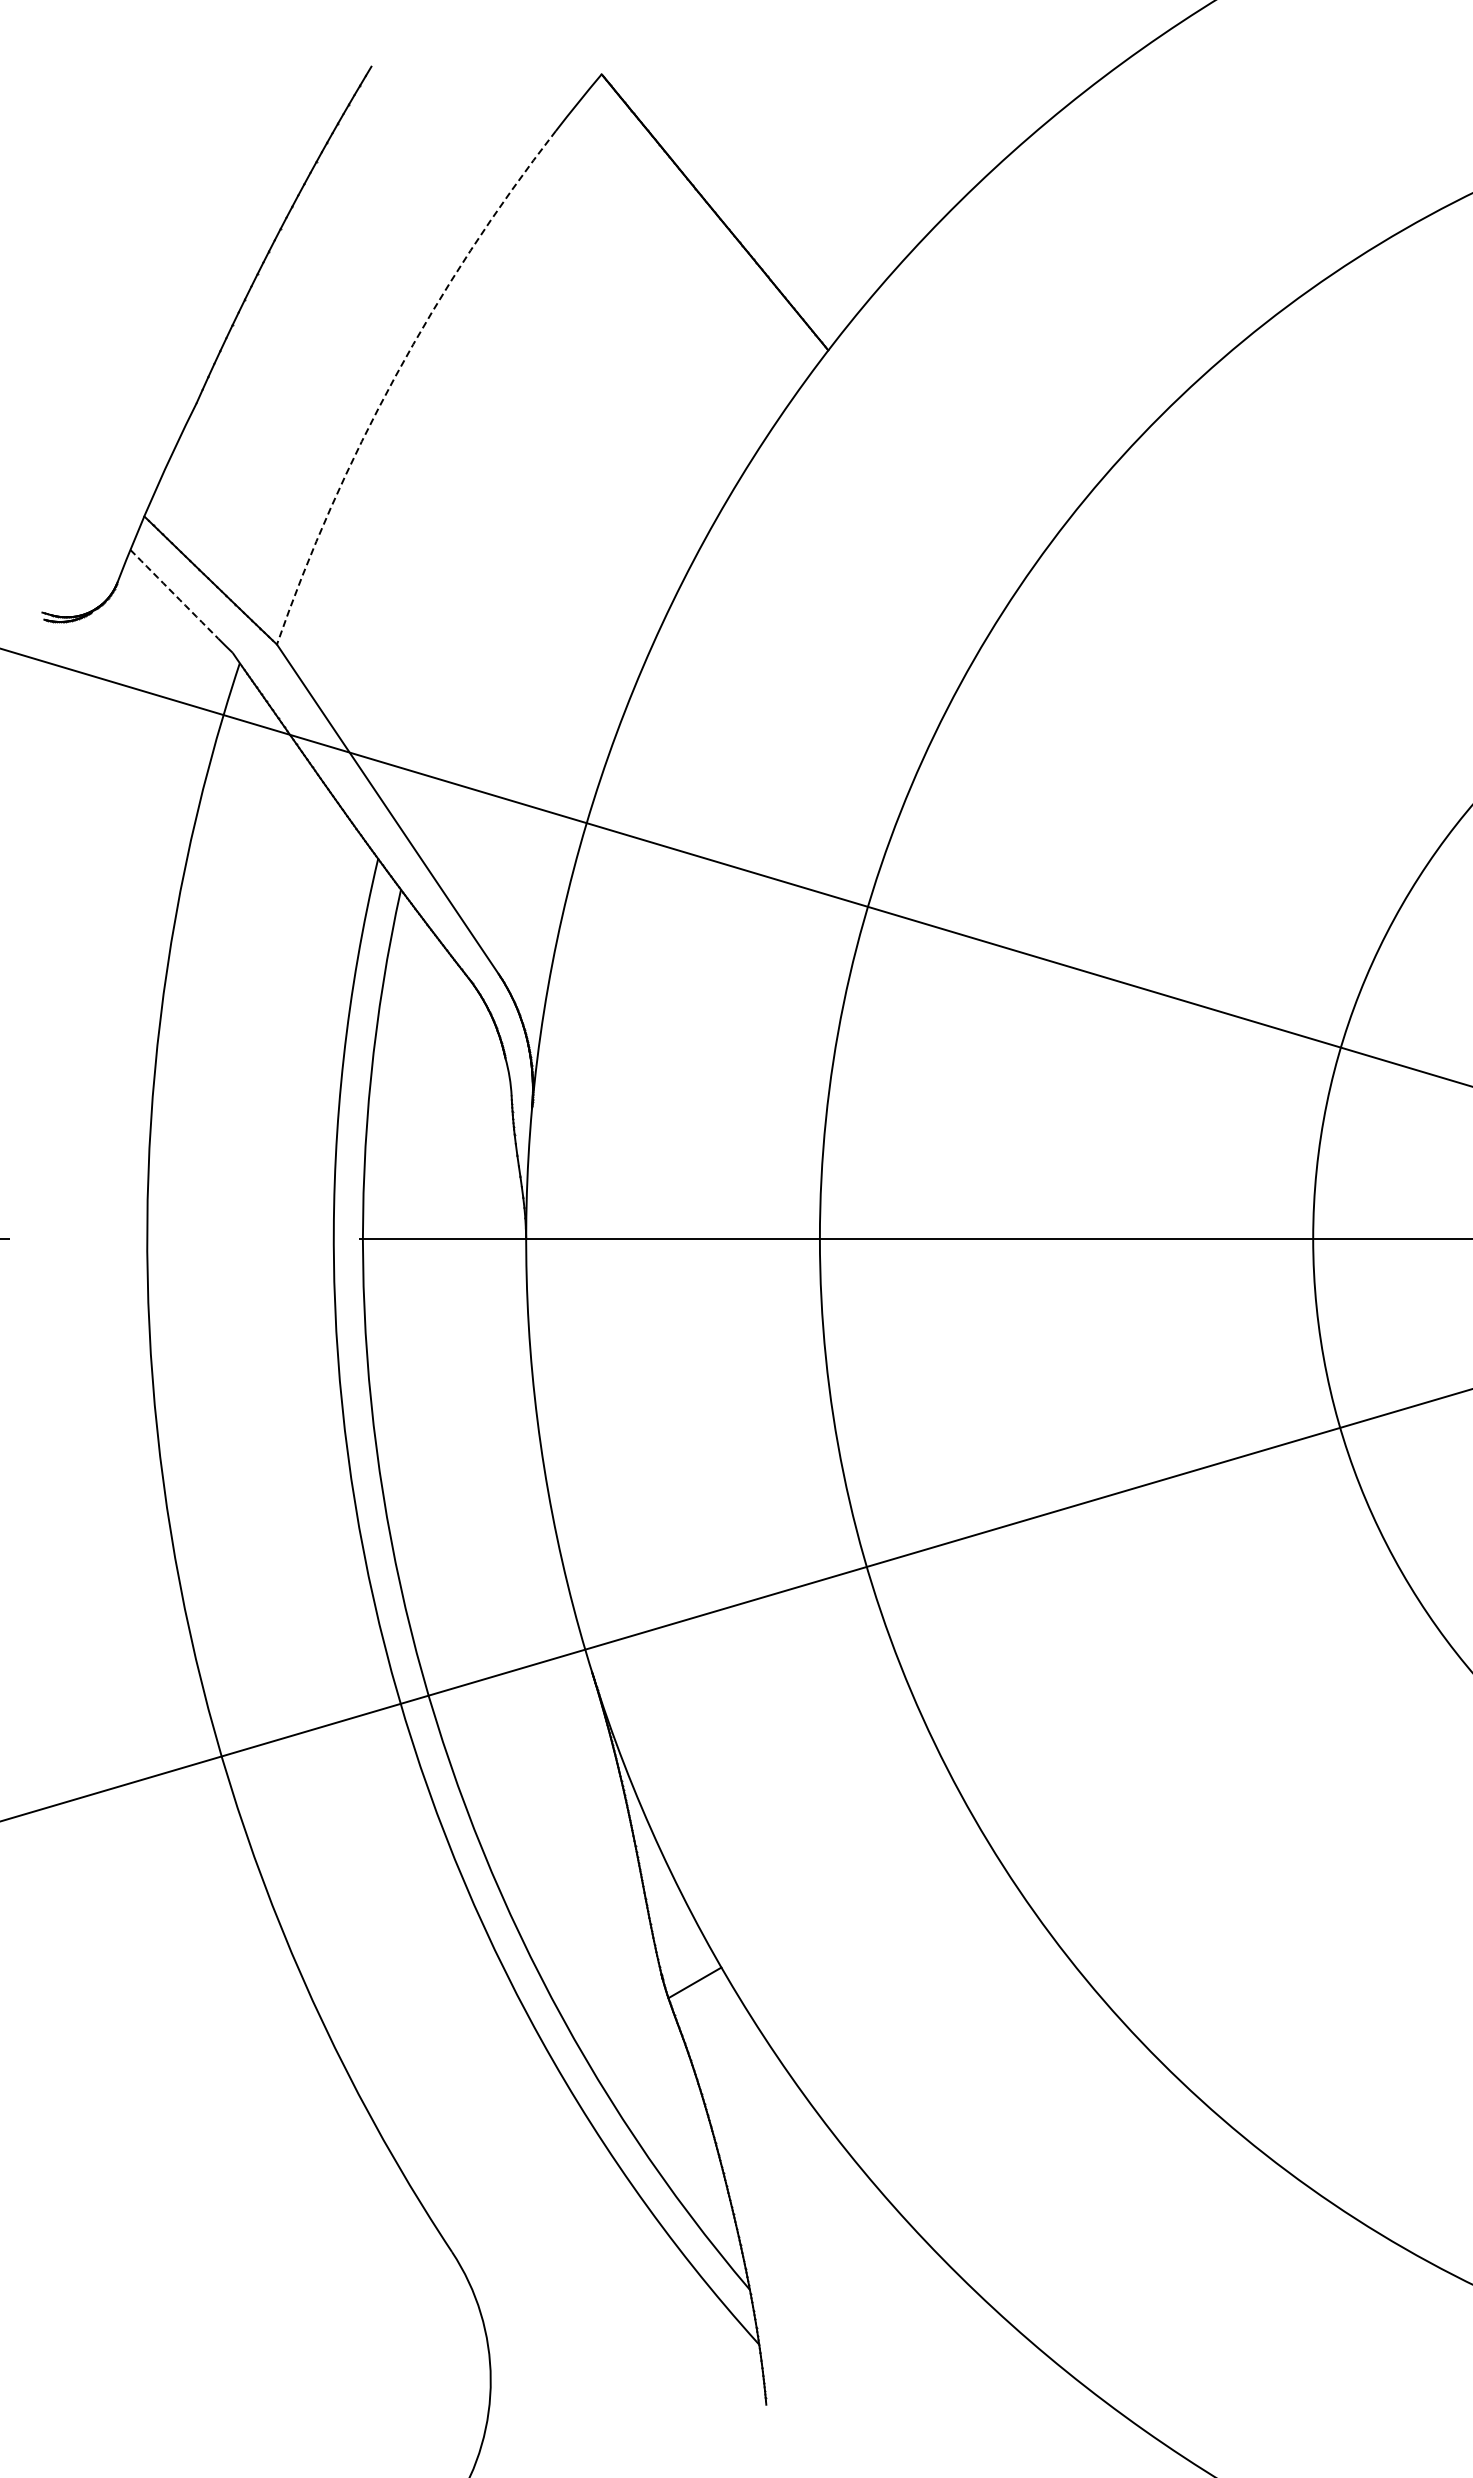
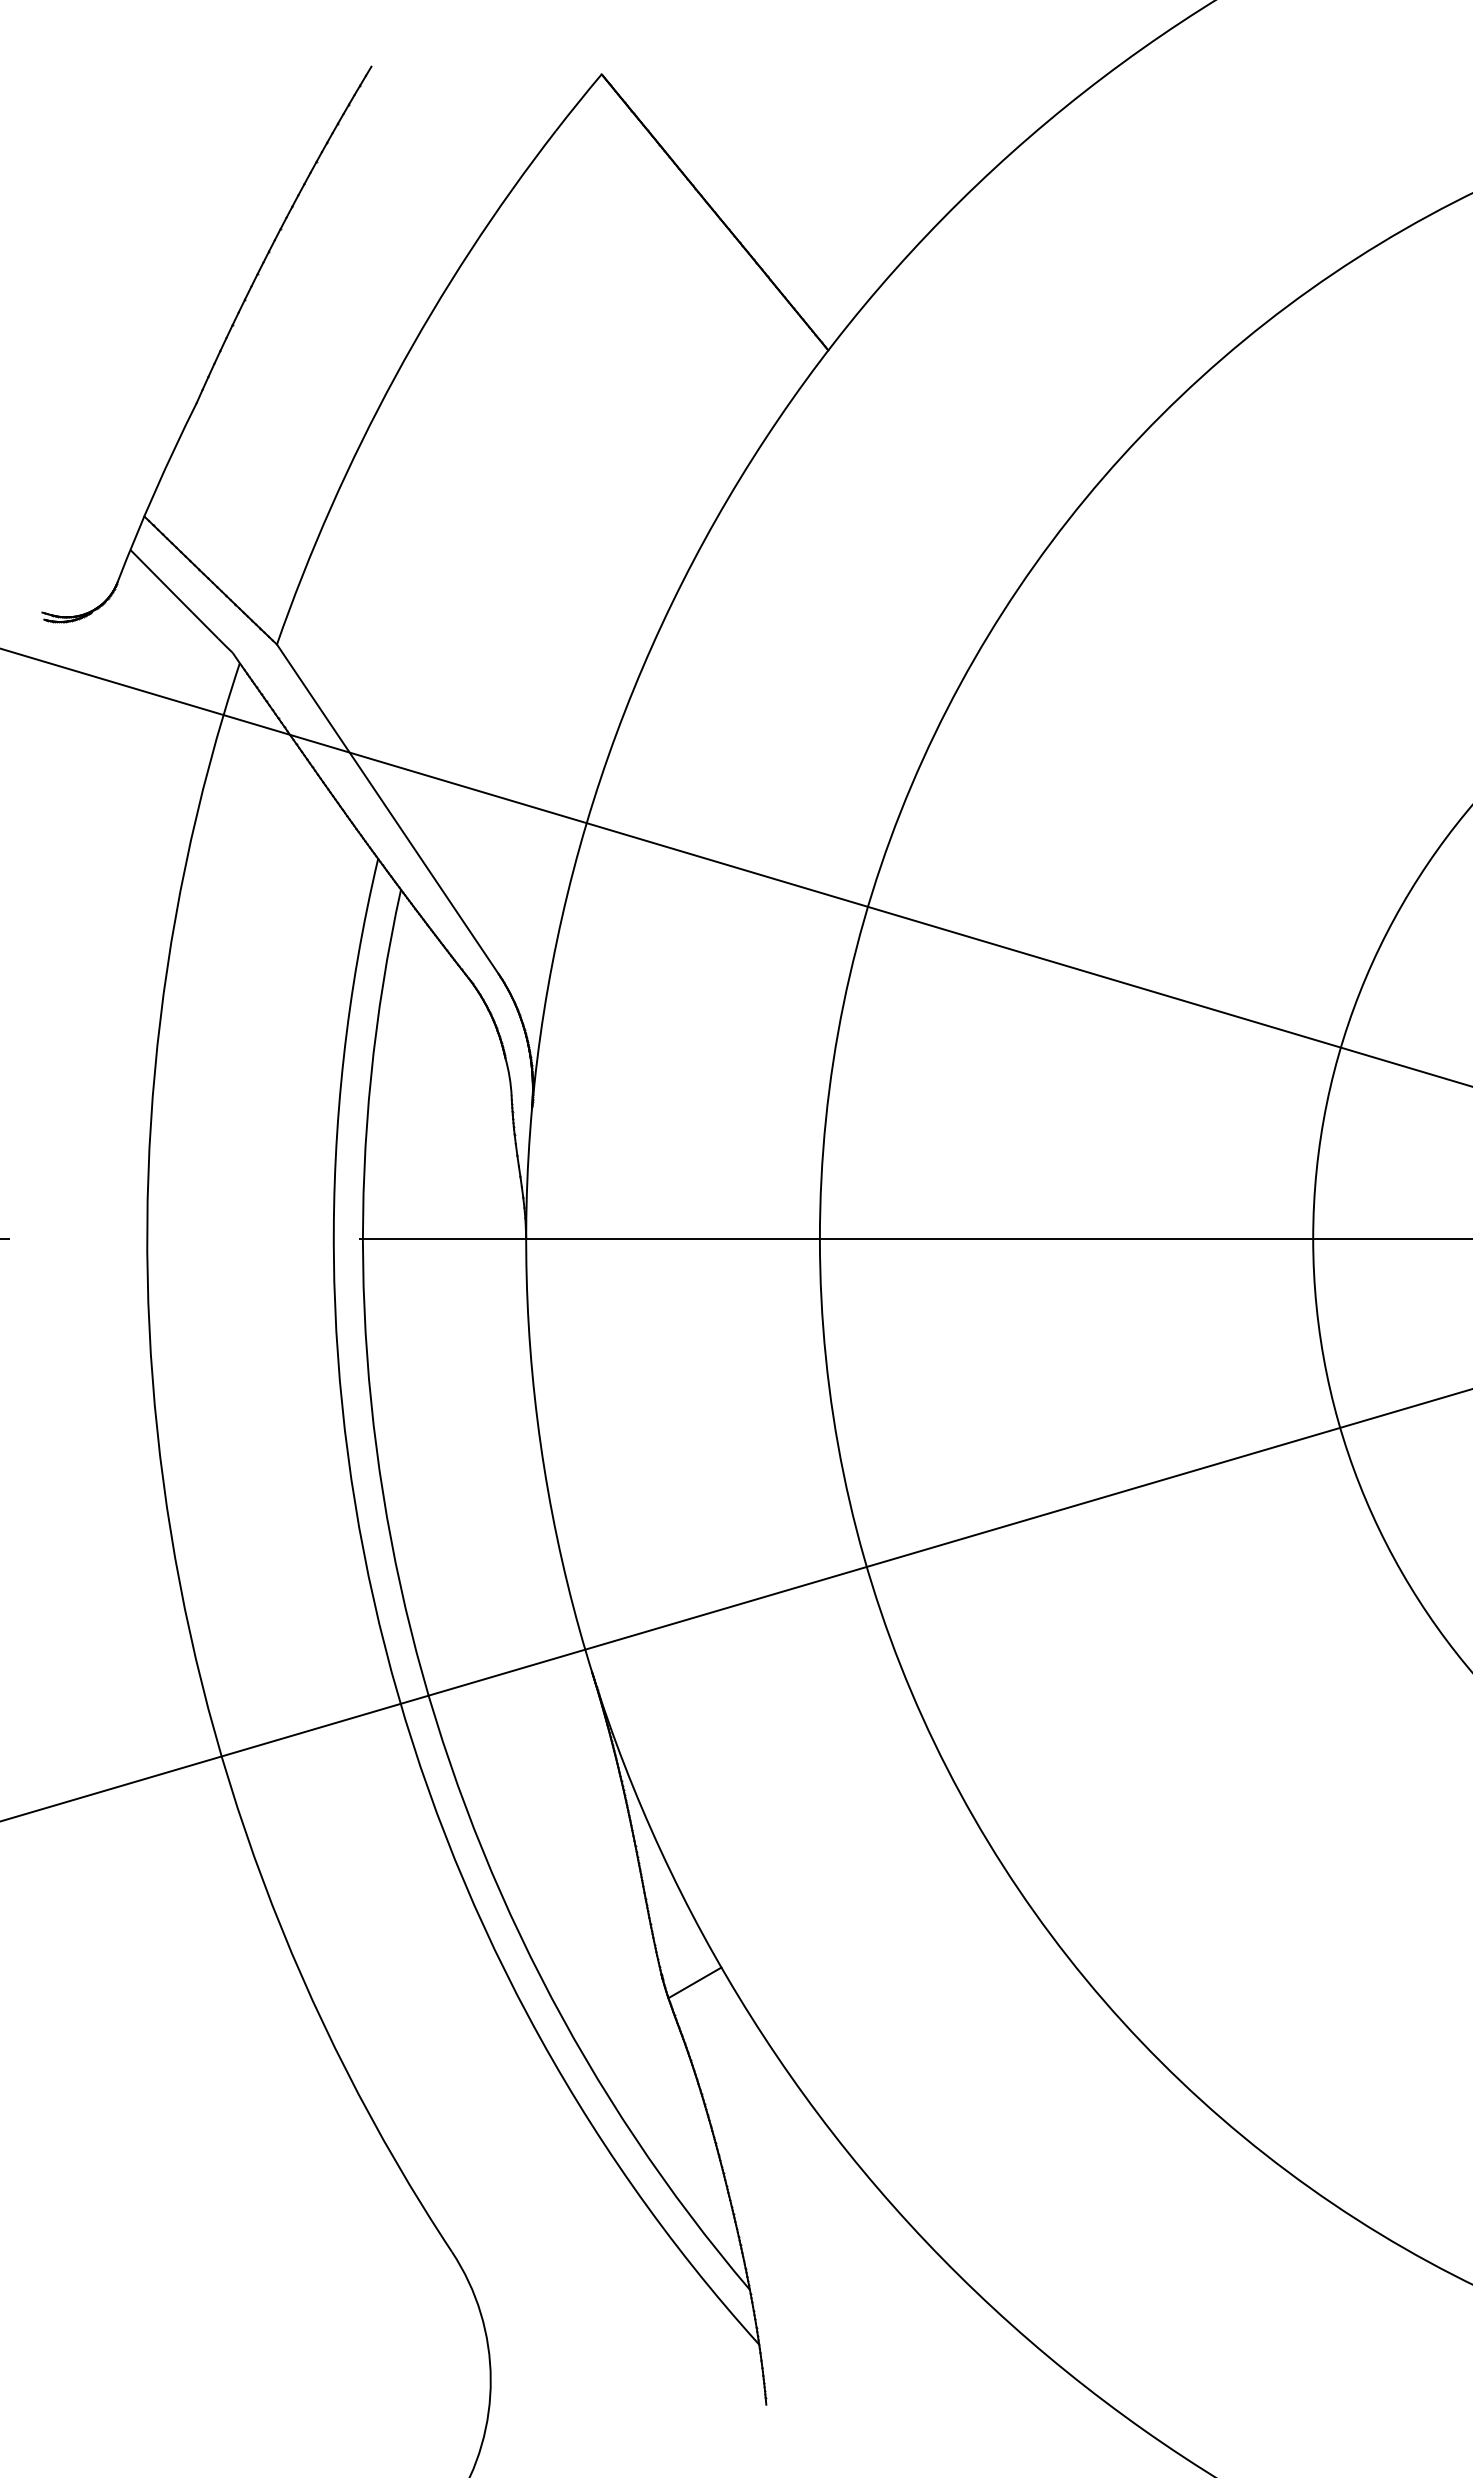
arc at (395, 376): dashed -> solid
arc at (174, 594): dashed -> solid
